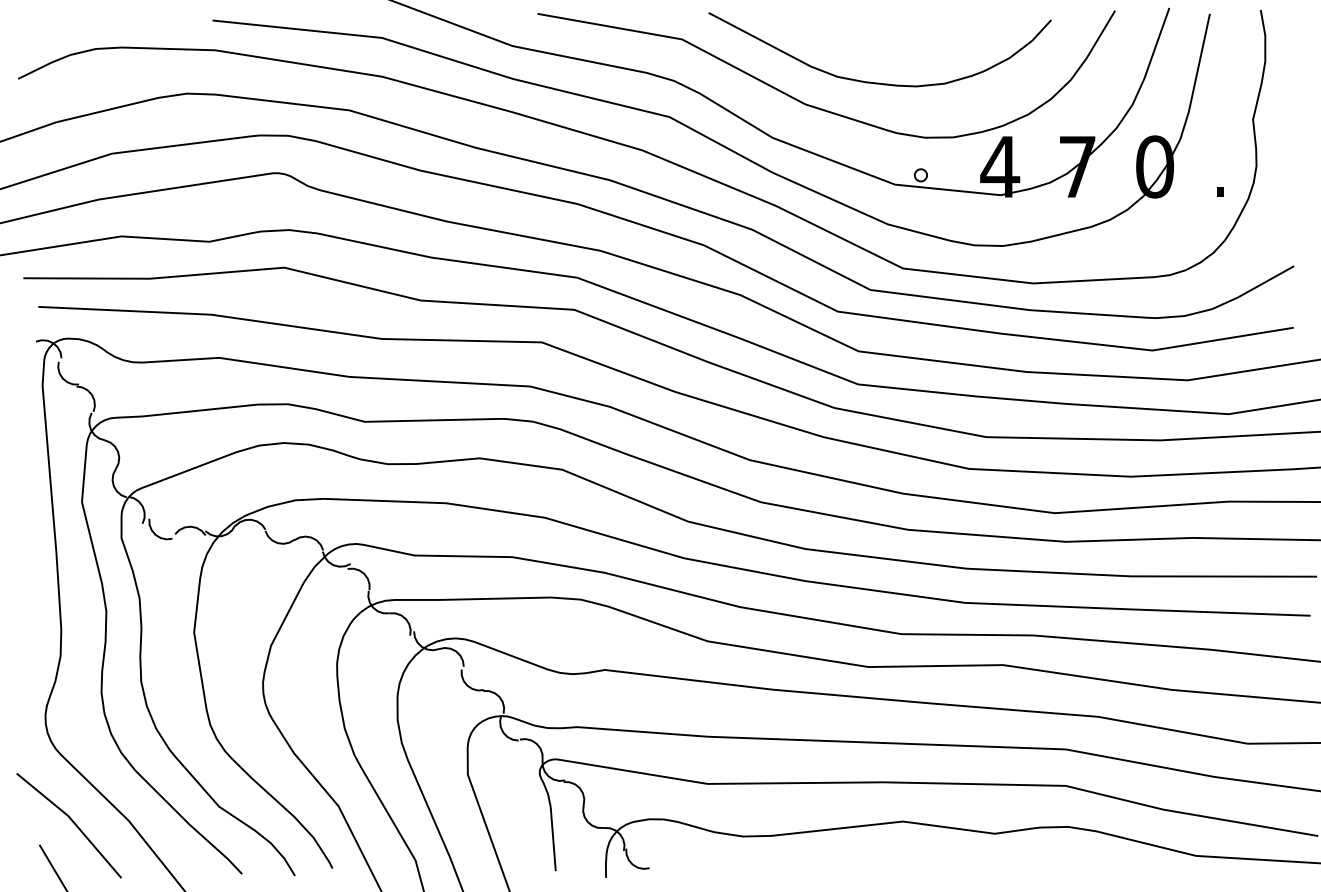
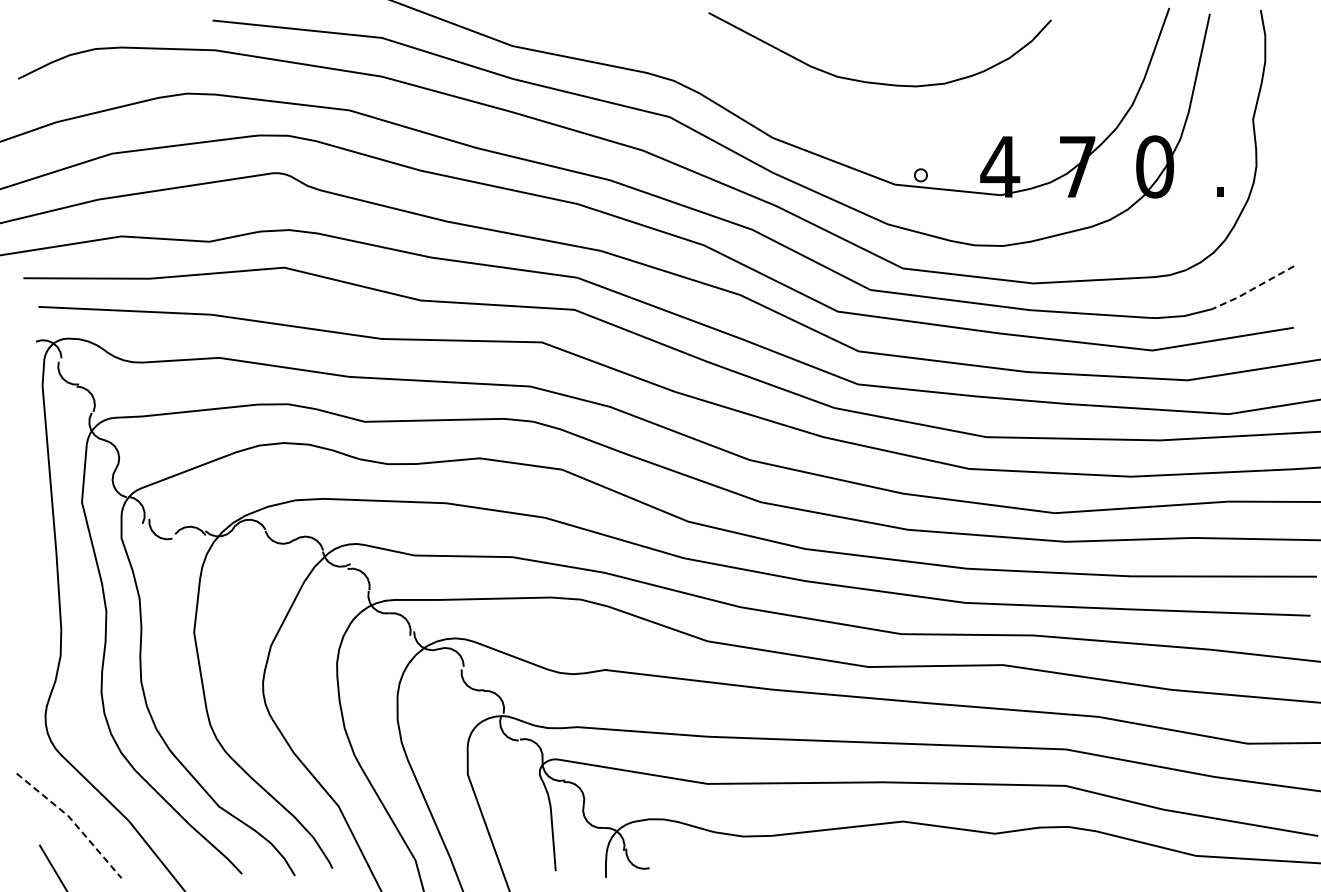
curve at (819, 107): present -> none
line at (1252, 289): solid -> dashed
line at (72, 821): solid -> dashed
